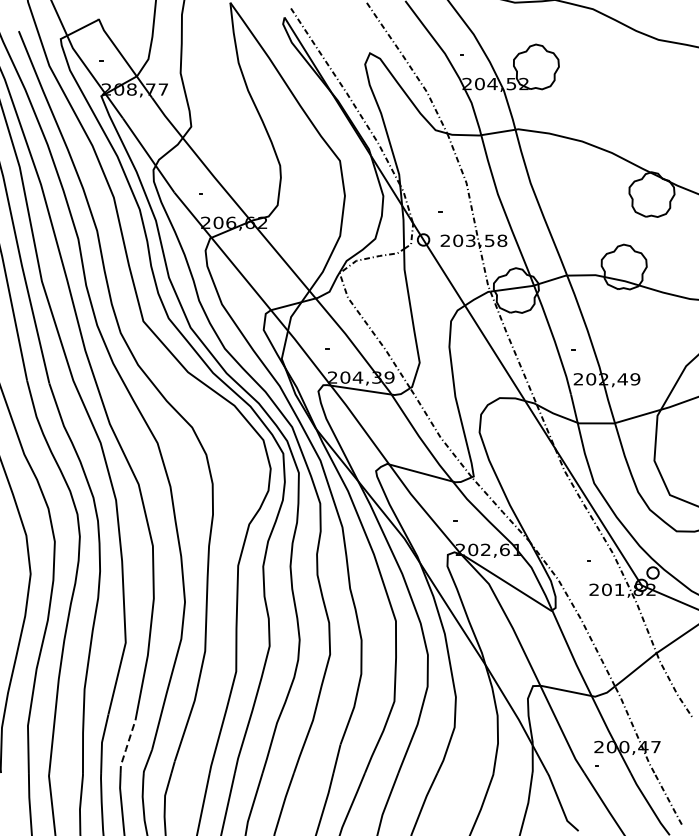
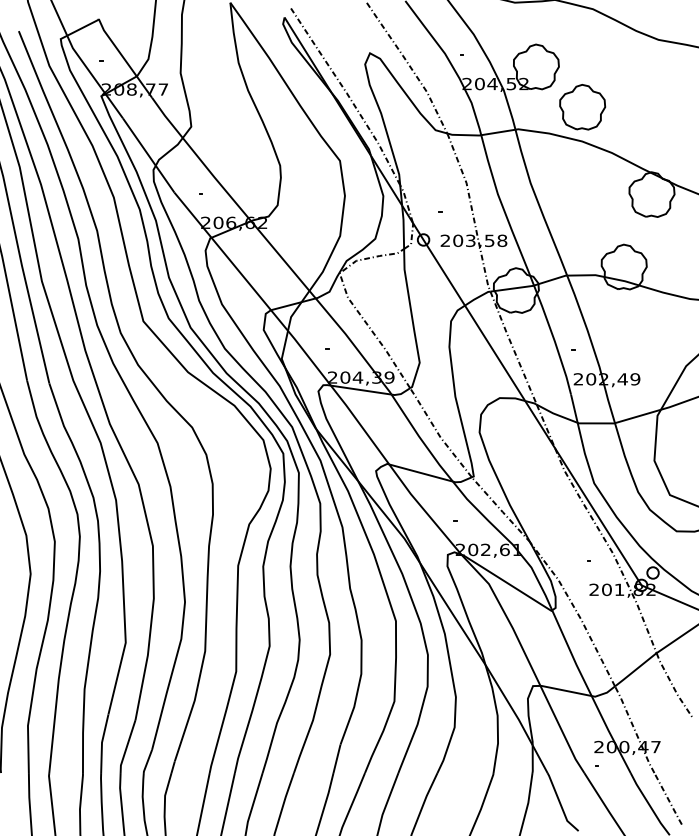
part at (582, 107): none -> present
line at (126, 746): dashed -> solid
